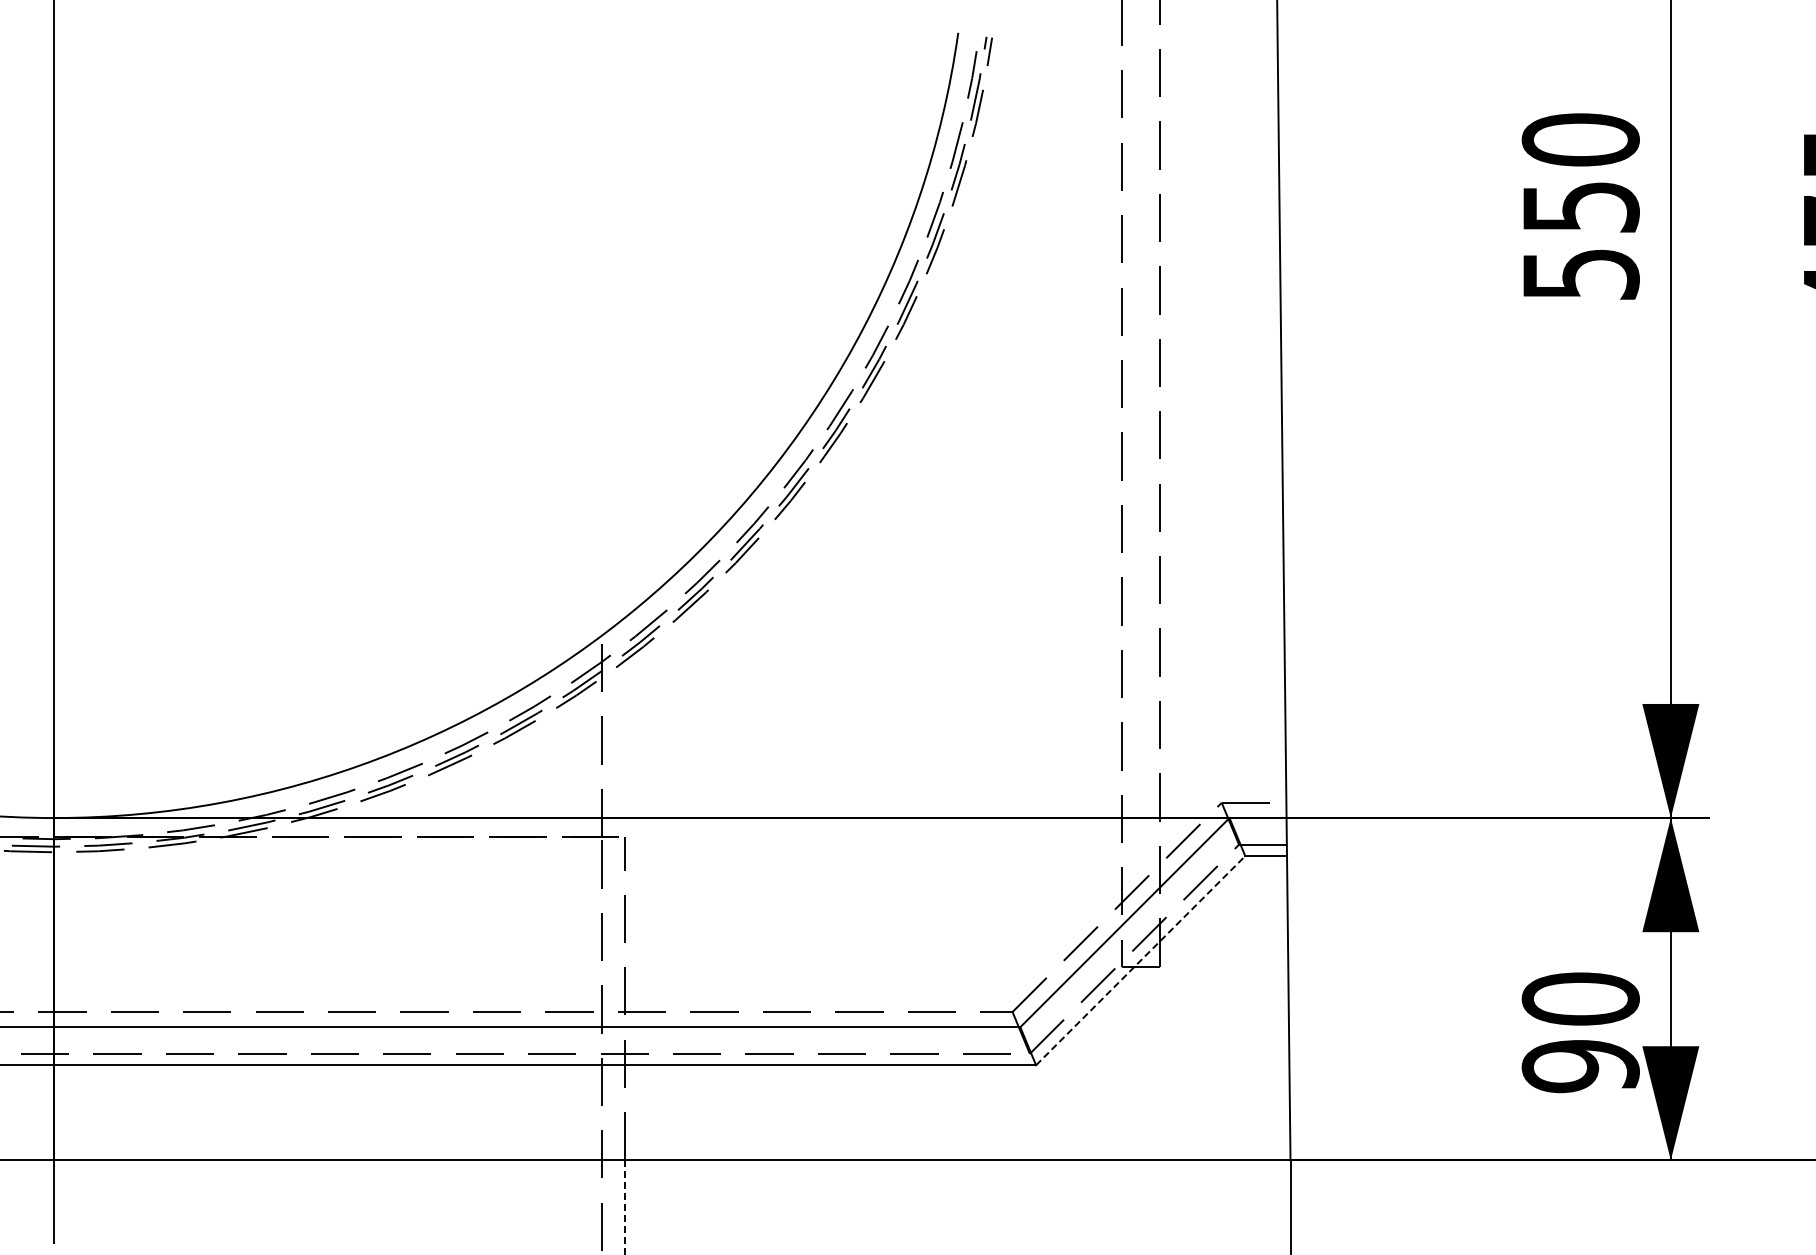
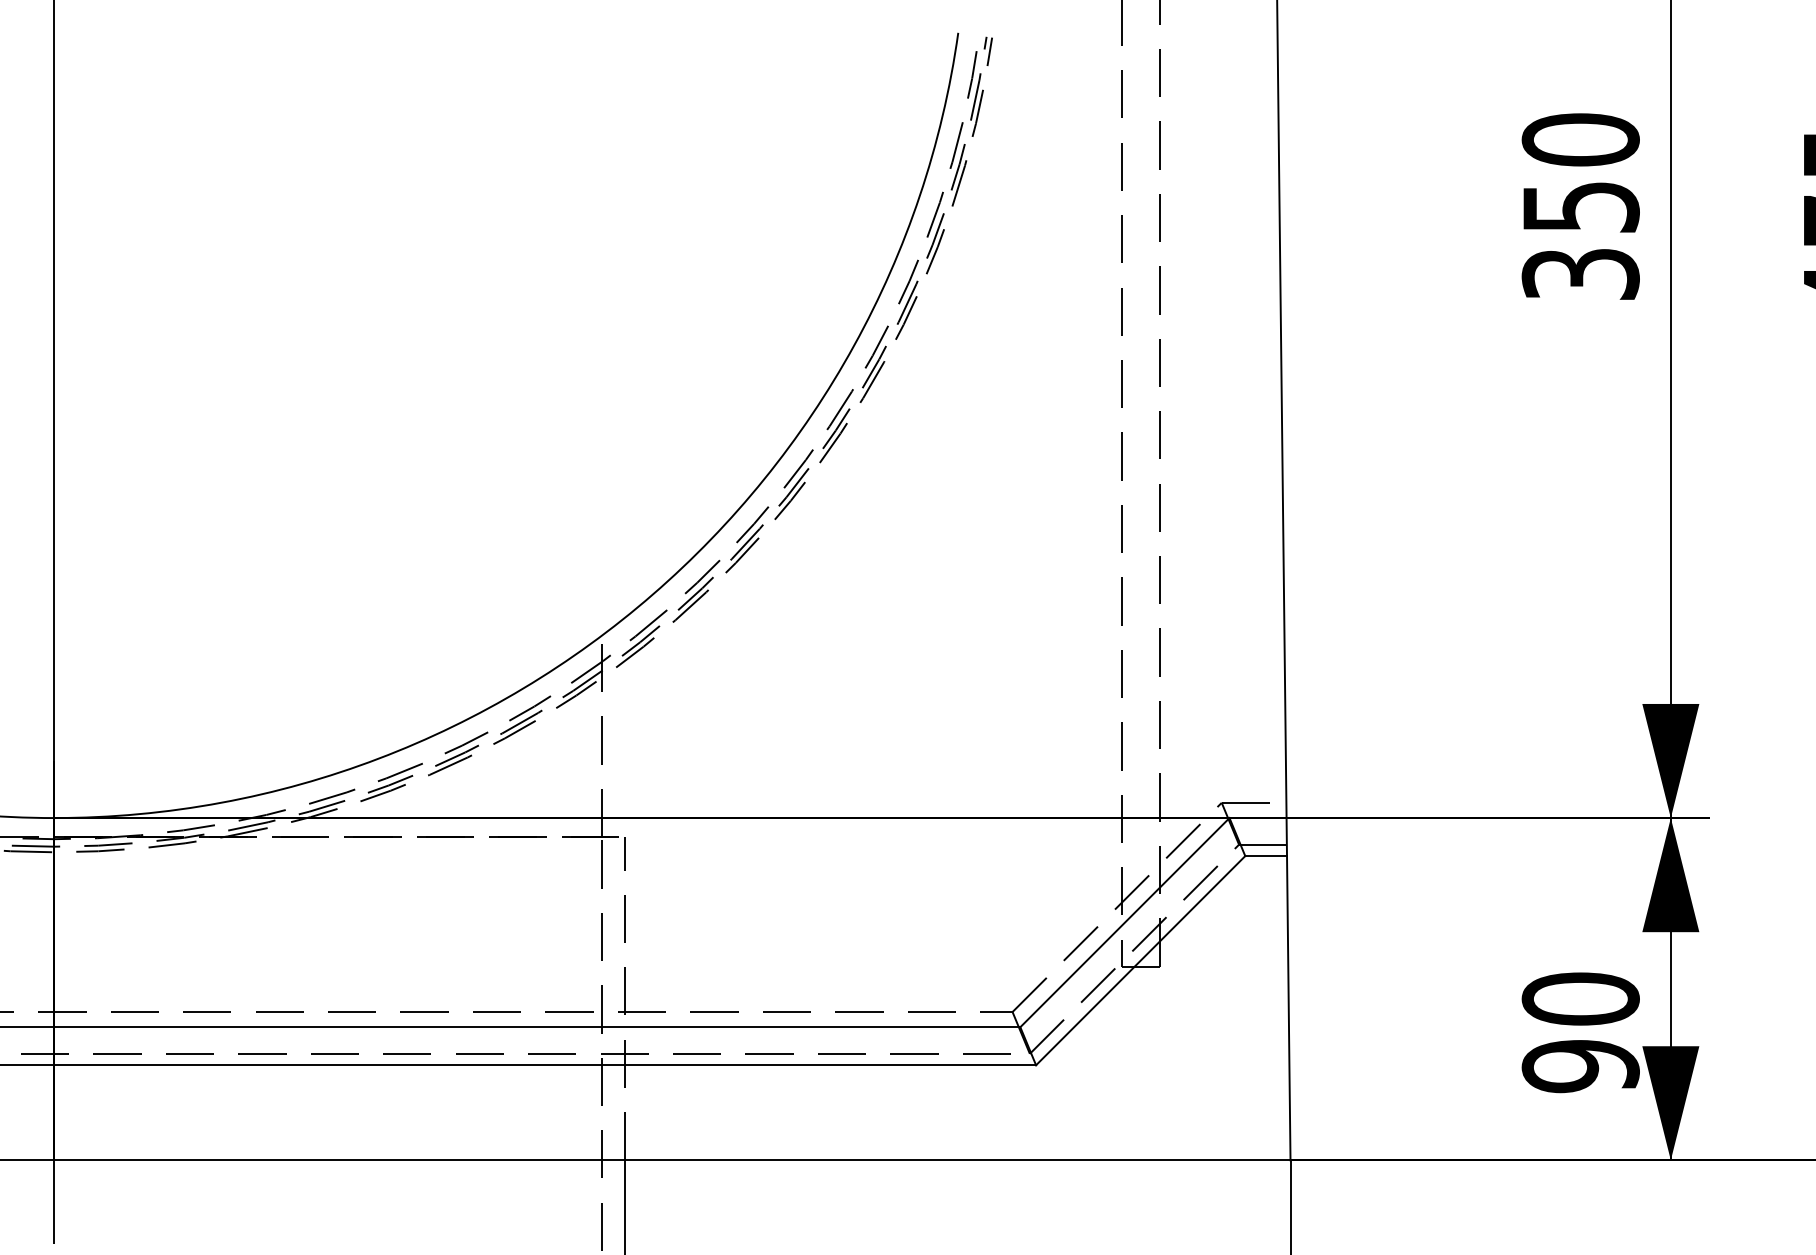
text at (1580, 274): 550 -> 350
line at (1140, 960): dashed -> solid
line at (624, 1207): dashed -> solid
